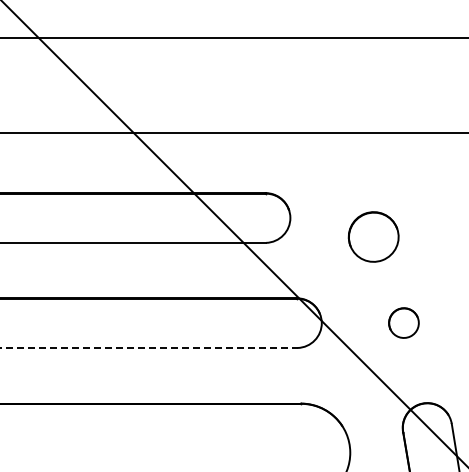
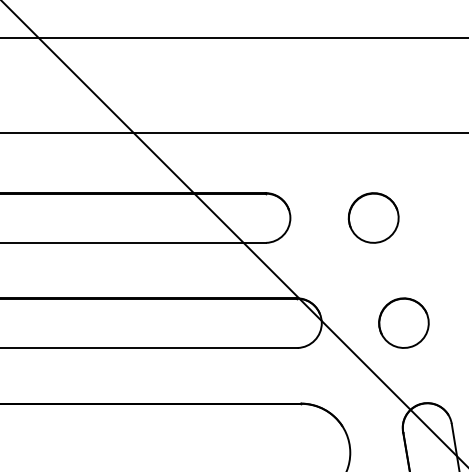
part at (373, 236) position: (373, 236) -> (373, 217)
part at (403, 322) size: 32x32 px -> 52x52 px
line at (149, 347): dashed -> solid
